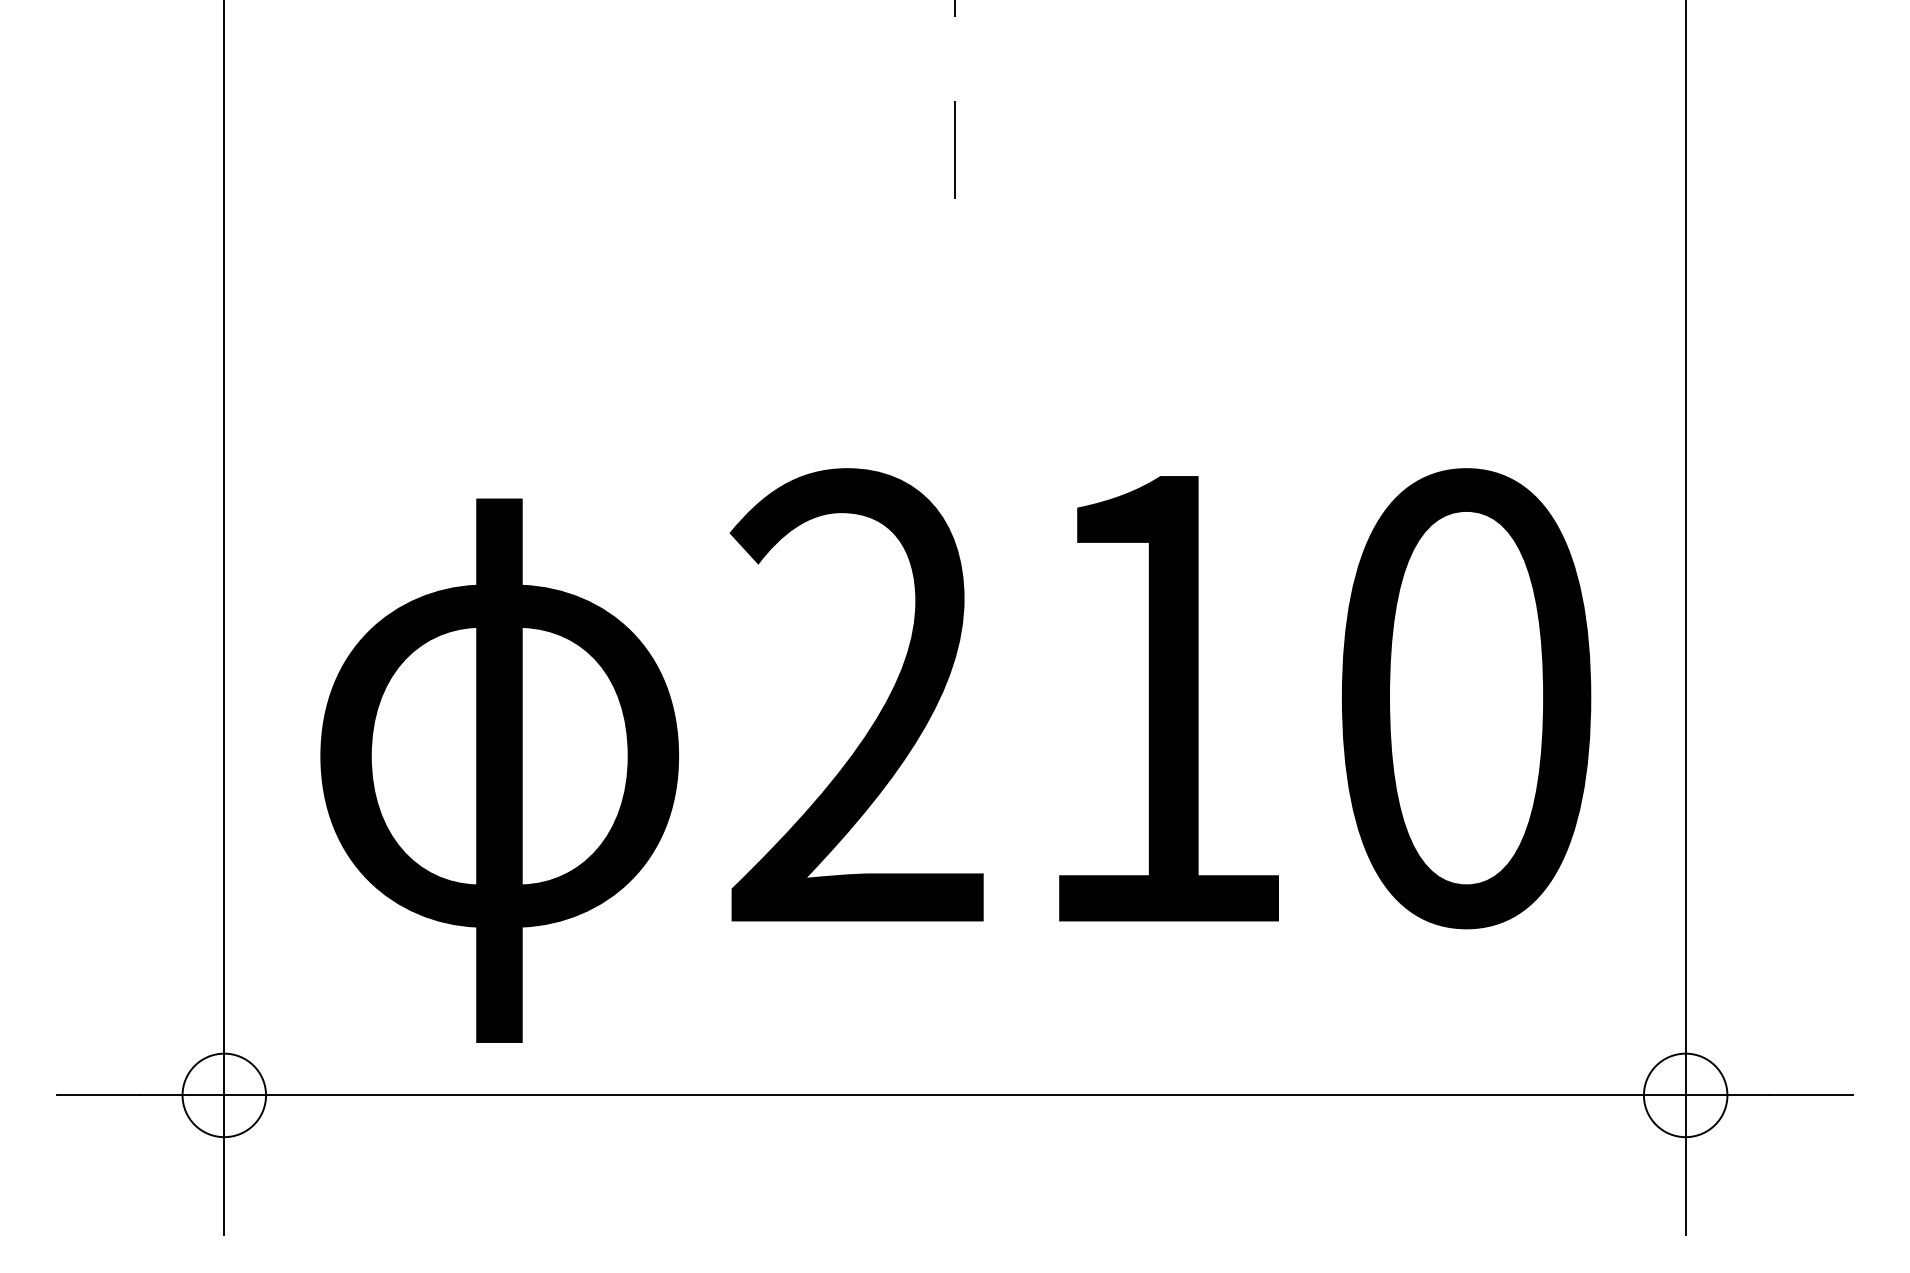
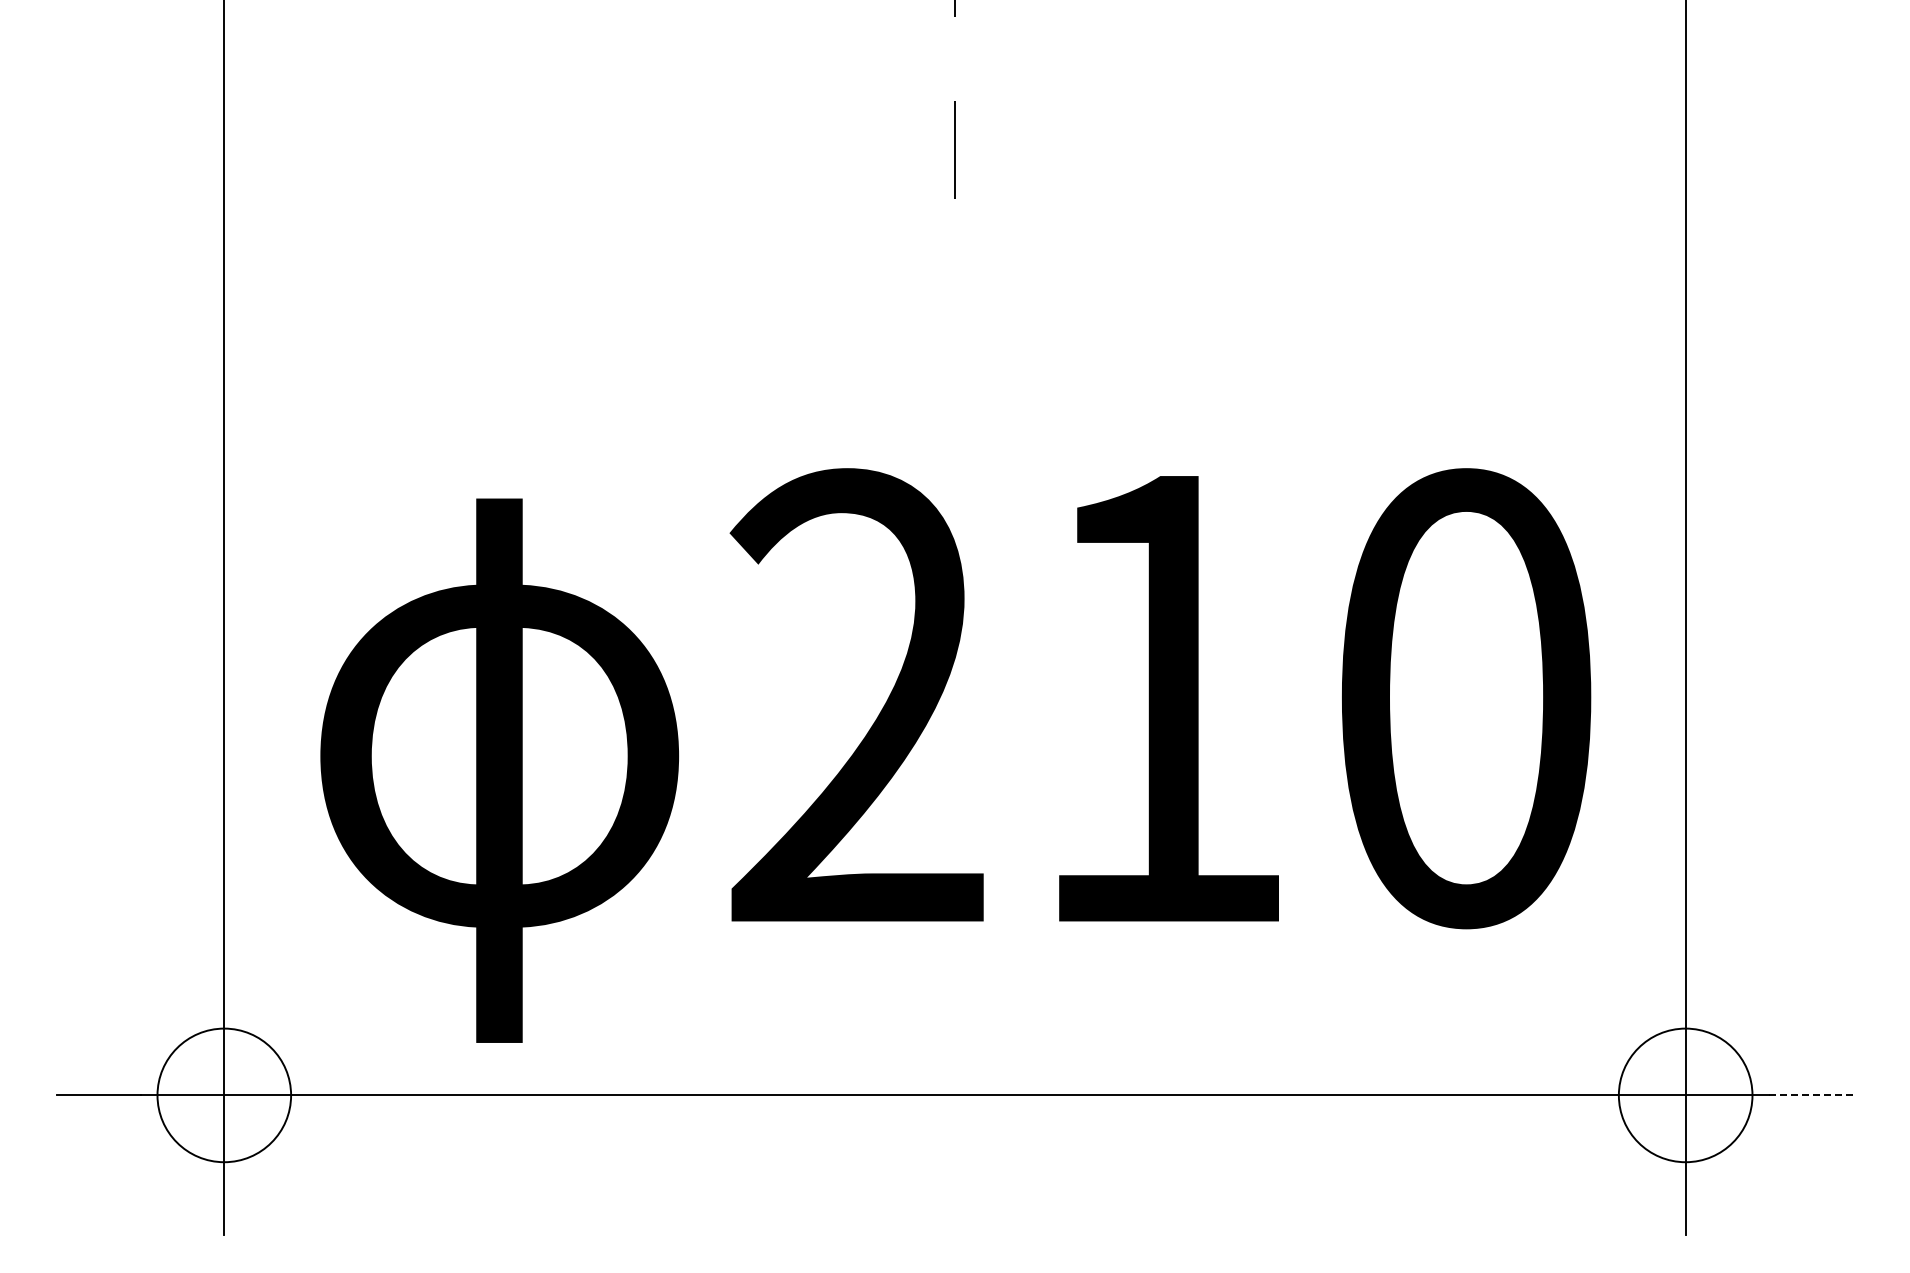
circle at (224, 1095) diameter: 84 px -> 134 px
circle at (1685, 1095) diameter: 84 px -> 134 px
line at (1810, 1095): solid -> dashed
